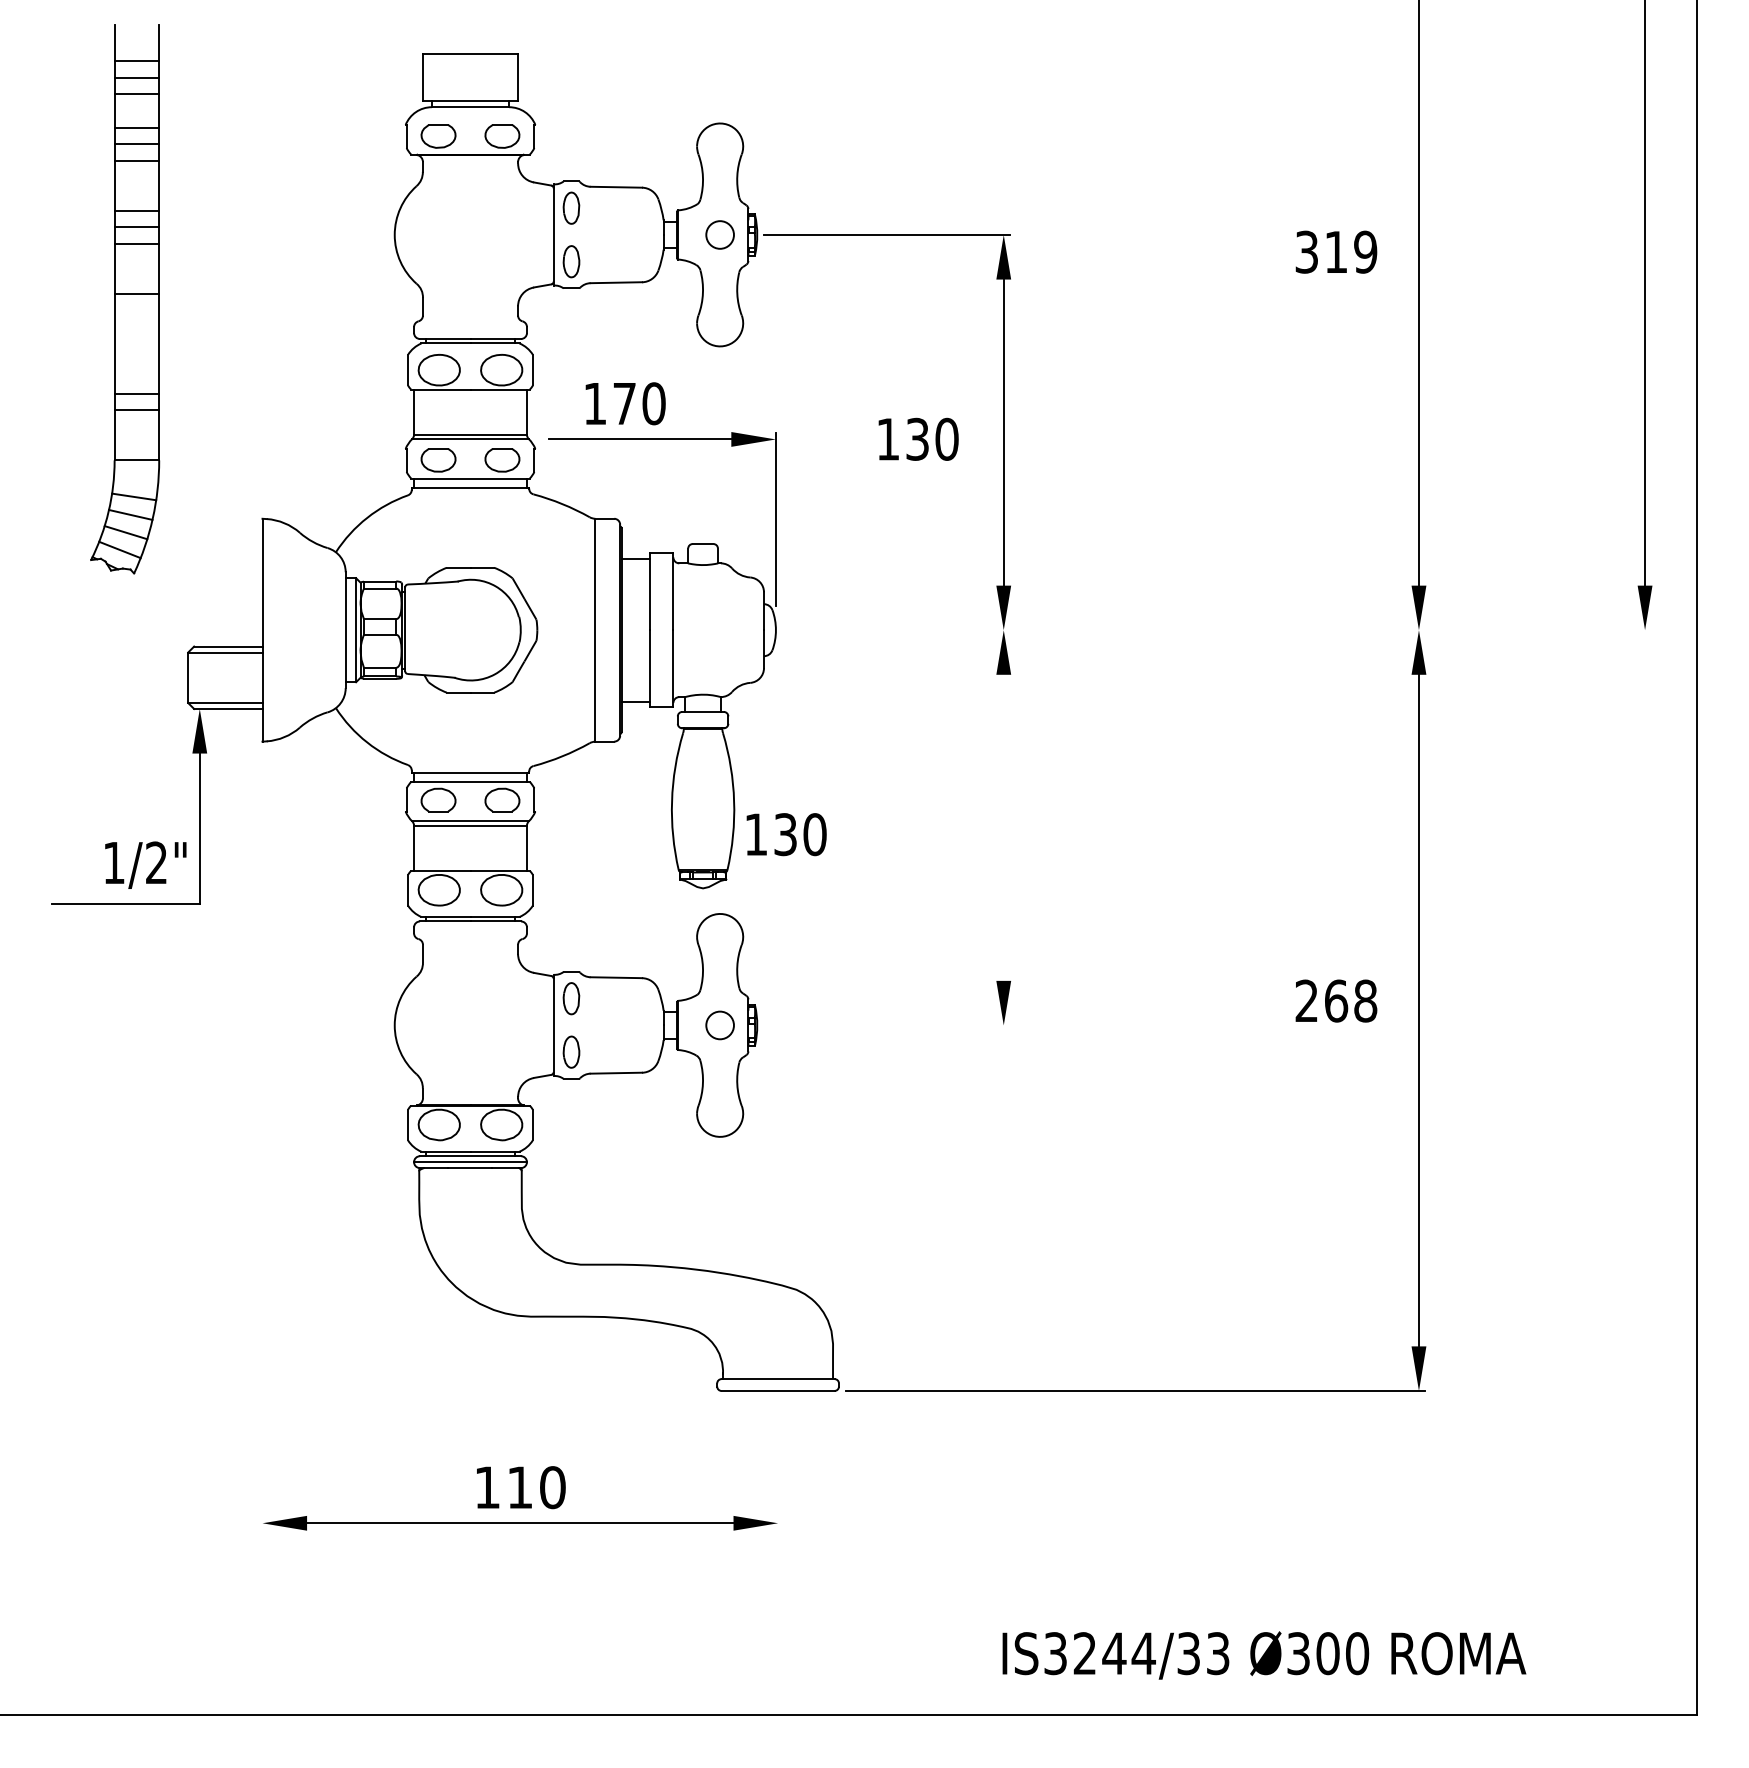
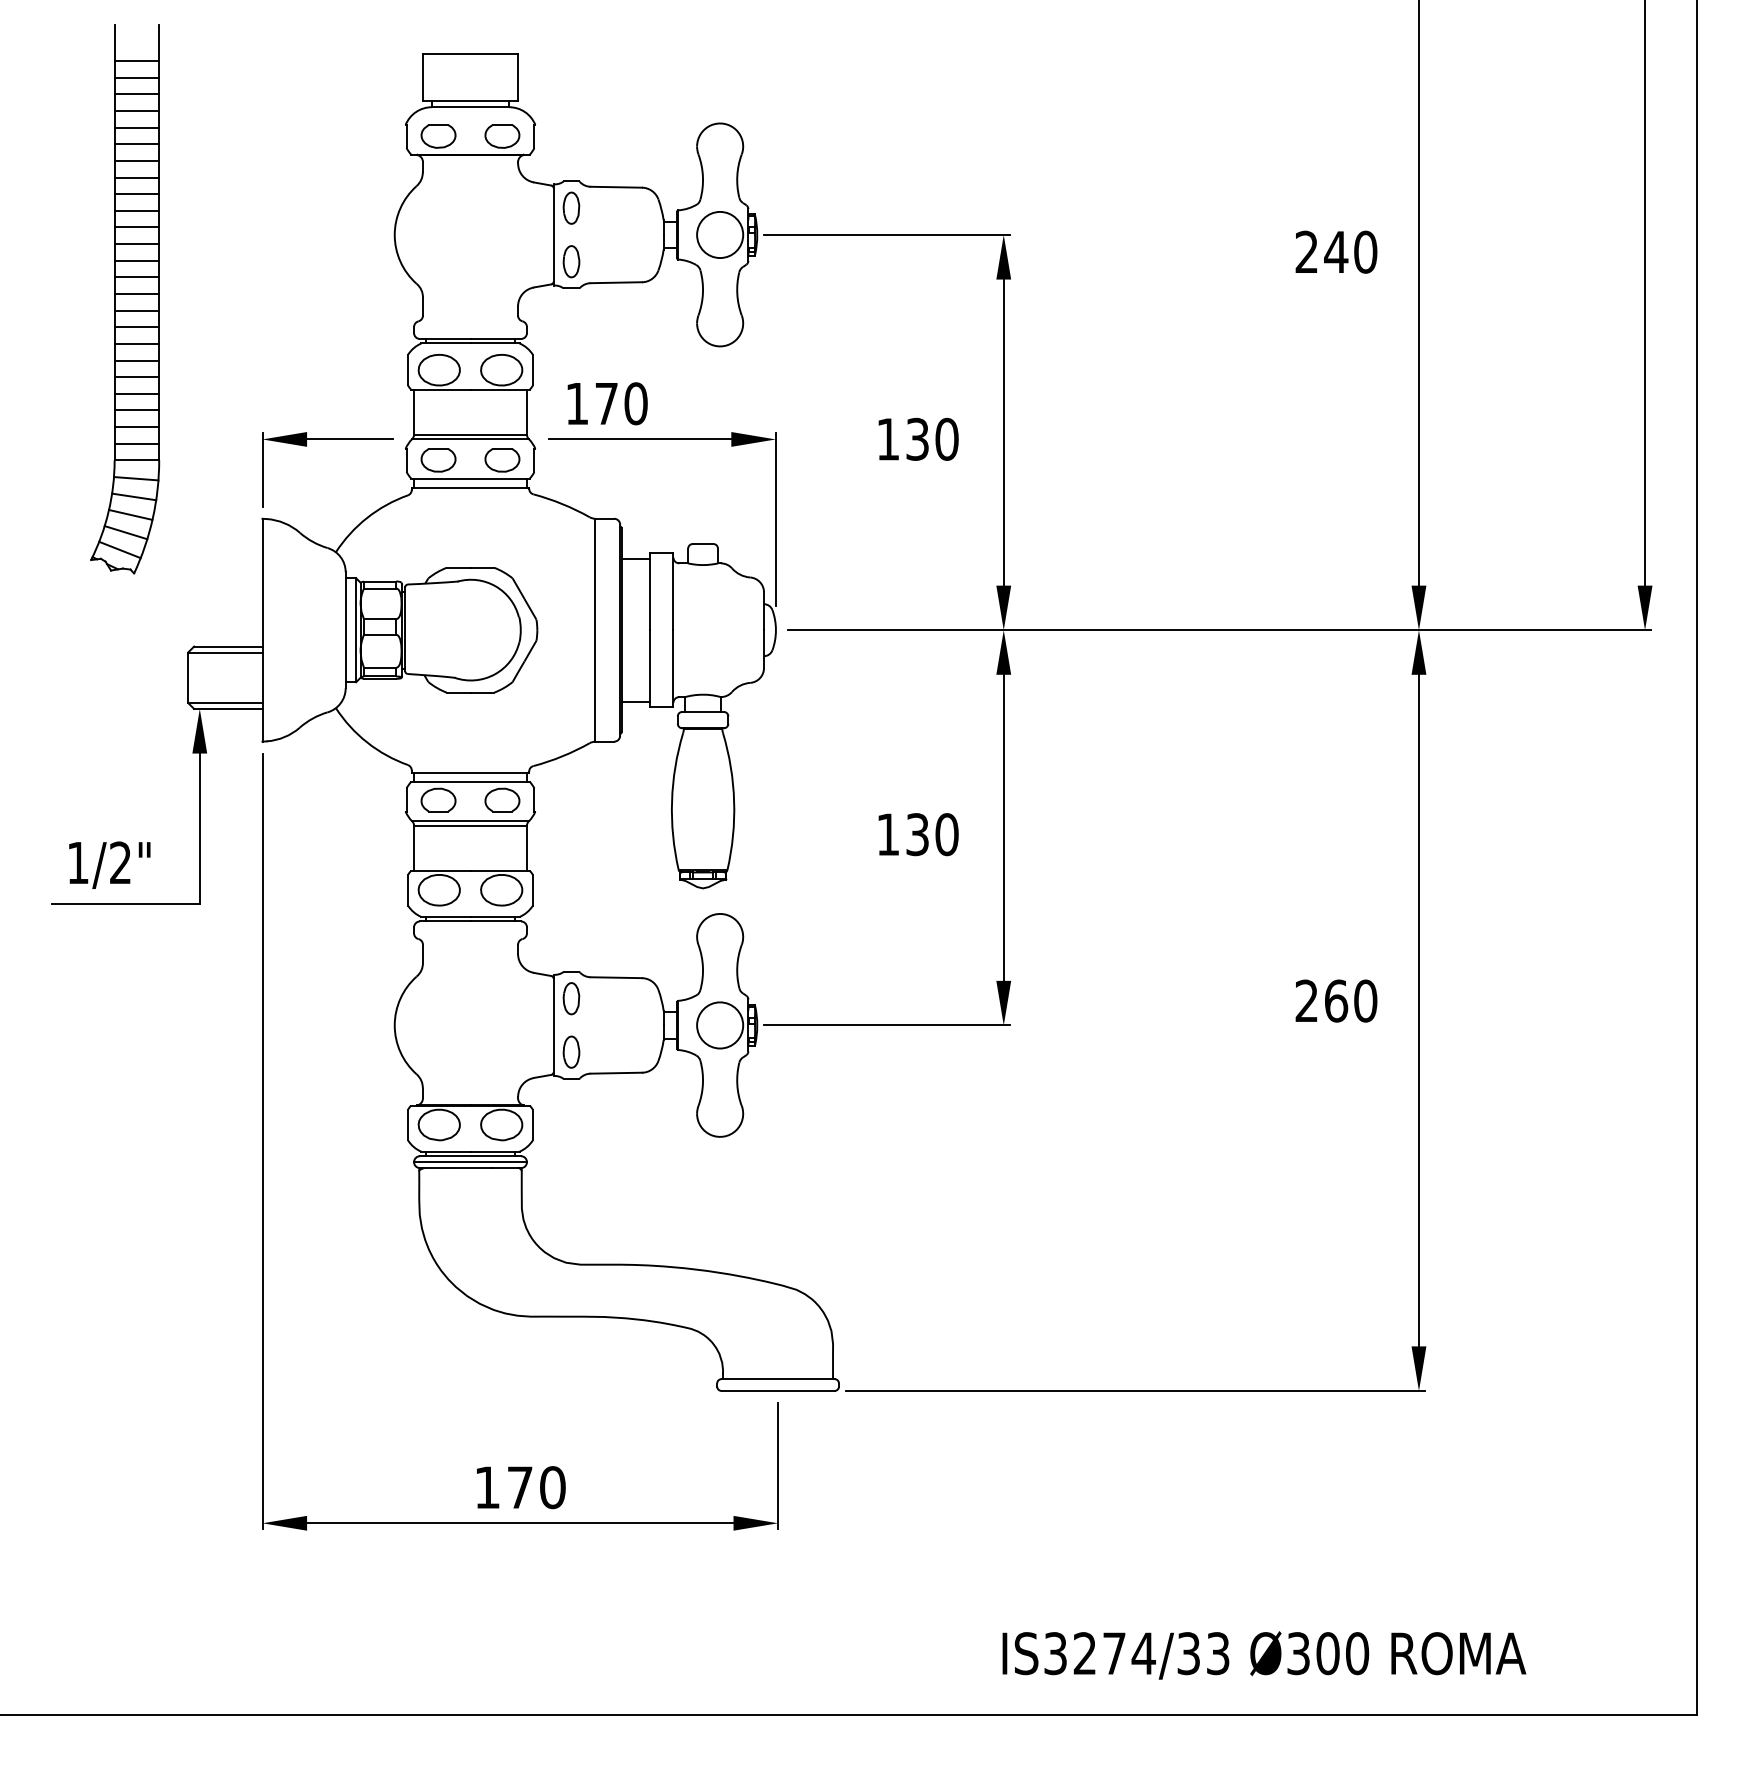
line at (136, 110): none -> present
line at (136, 177): none -> present
line at (136, 194): none -> present
circle at (719, 234) diameter: 28 px -> 46 px
text at (1336, 251): 319 -> 240
line at (136, 260): none -> present
line at (136, 277): none -> present
line at (136, 310): none -> present
line at (136, 327): none -> present
line at (136, 343): none -> present
line at (136, 360): none -> present
line at (136, 377): none -> present
text at (625, 403) position: (625, 403) -> (607, 403)
line at (136, 427): none -> present
part at (327, 439): none -> present
line at (136, 443): none -> present
line at (136, 478): none -> present
line at (1219, 630): none -> present
line at (1003, 827): none -> present
text at (786, 834) position: (786, 834) -> (918, 834)
text at (145, 864) position: (145, 864) -> (109, 864)
text at (1365, 1000): 268 -> 260
circle at (719, 1025) diameter: 28 px -> 46 px
line at (886, 1025): none -> present
line at (262, 1141): none -> present
line at (778, 1465): none -> present
text at (520, 1487): 110 -> 170
text at (1114, 1653): IS3244/33 -> IS3274/33
